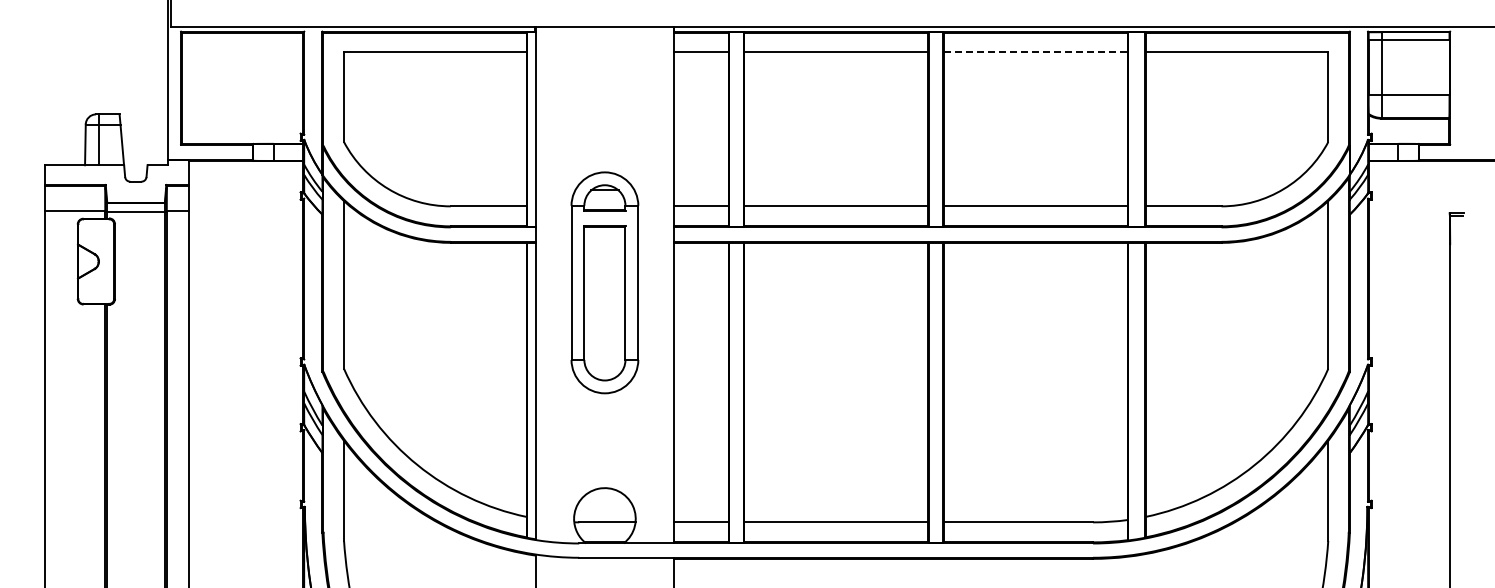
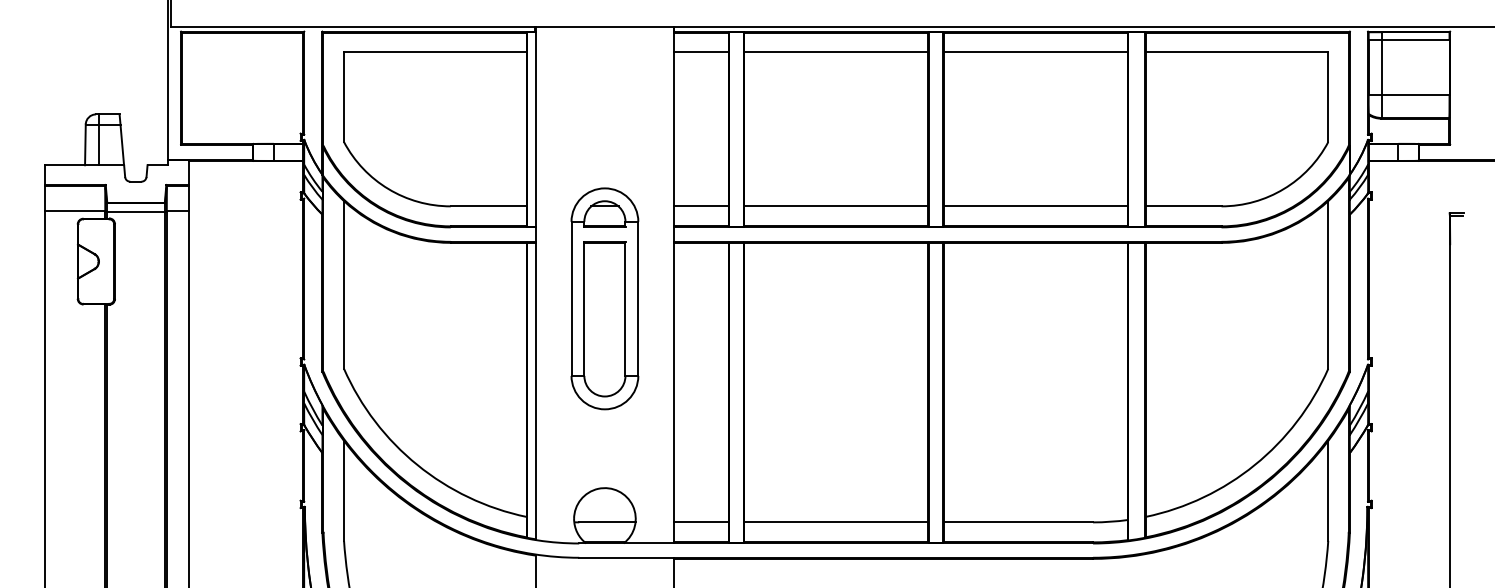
line at (1036, 52): dashed -> solid
part at (604, 282) position: (604, 282) -> (604, 298)
